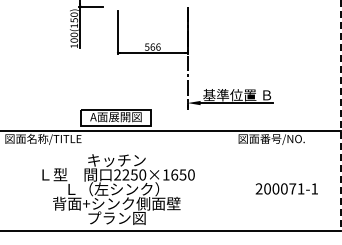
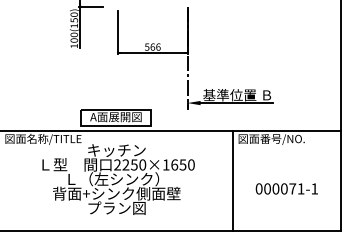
line at (341, 116): dashed -> solid
line at (232, 180): none -> present
text at (258, 188): 200071-1 -> 000071-1
text at (118, 189) position: (118, 189) -> (118, 179)
